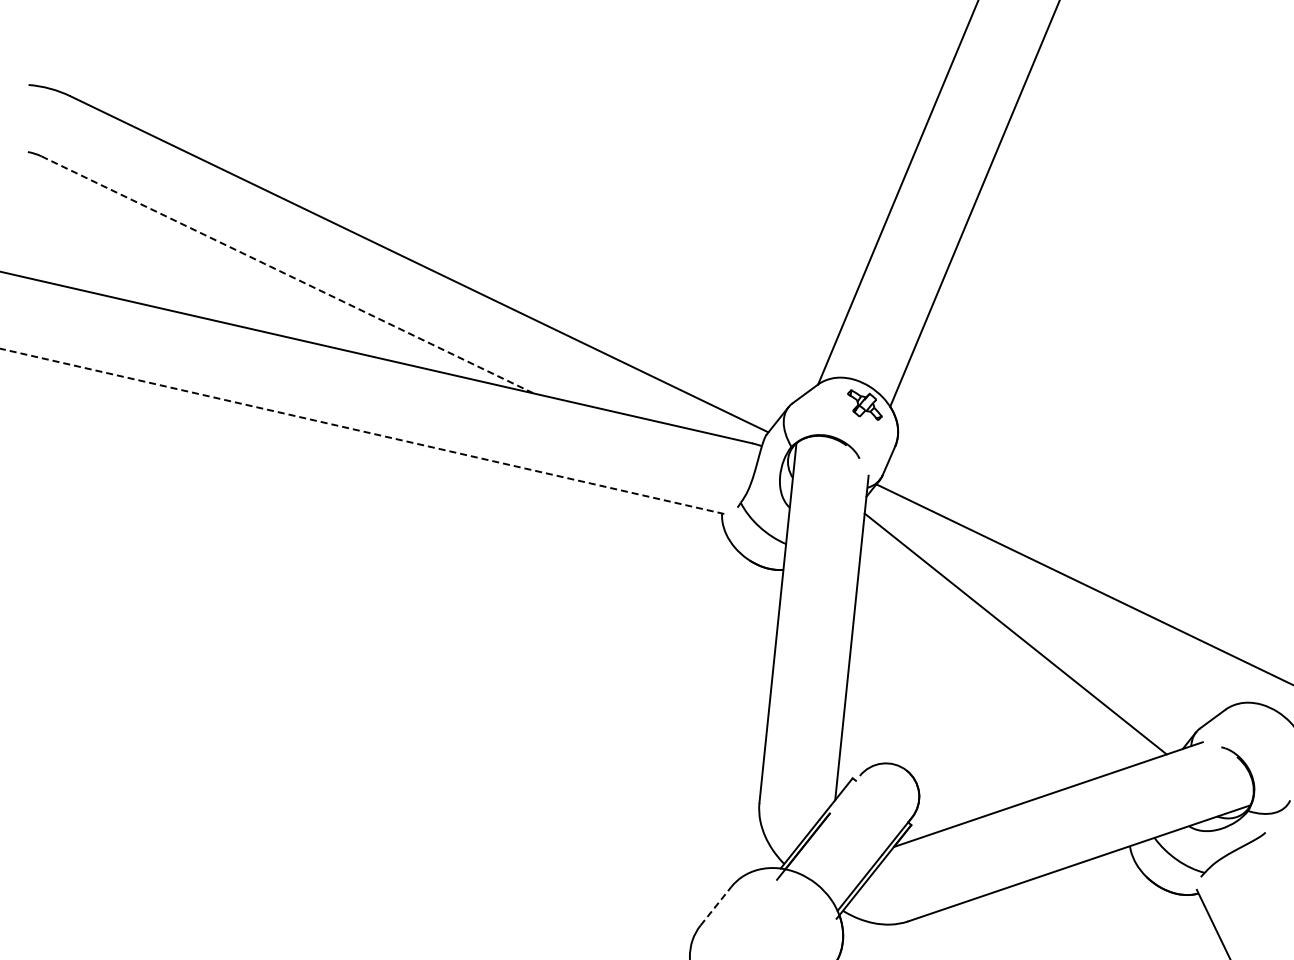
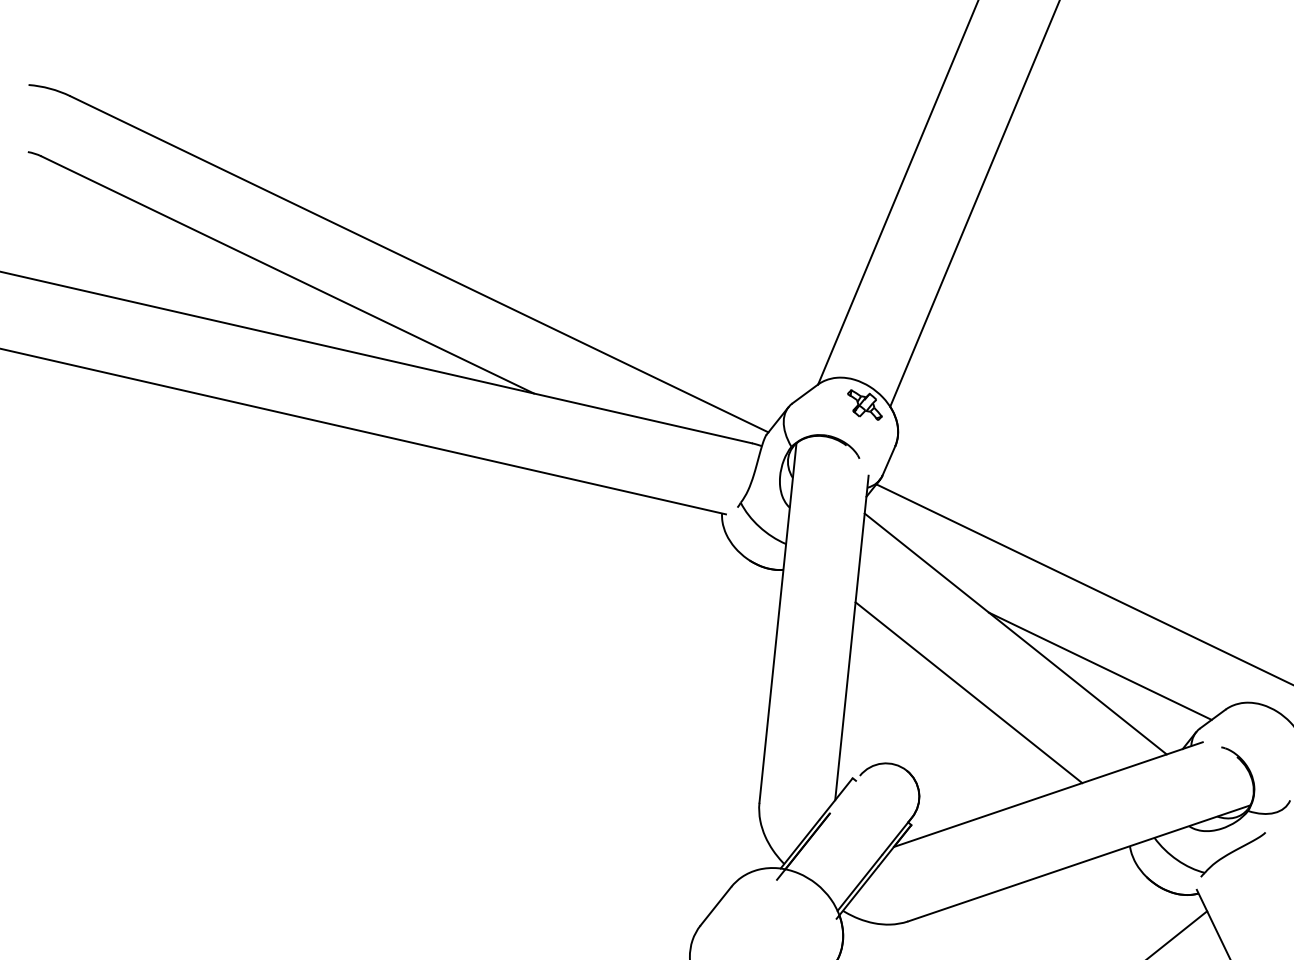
line at (288, 275): dashed -> solid
line at (363, 431): dashed -> solid
line at (1099, 665): none -> present
line at (968, 692): none -> present
line at (715, 906): dashed -> solid
line at (1178, 933): none -> present
